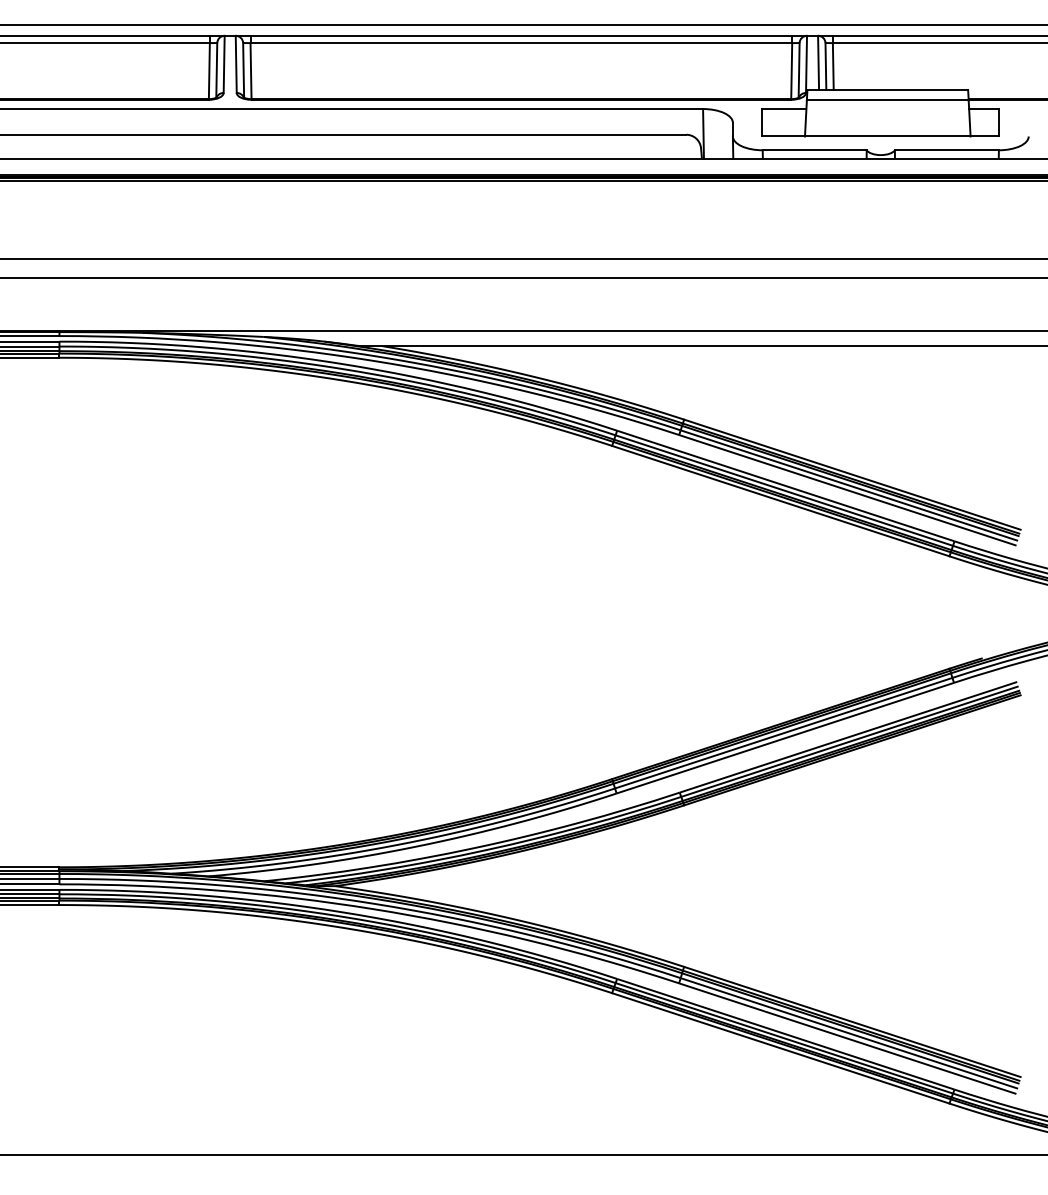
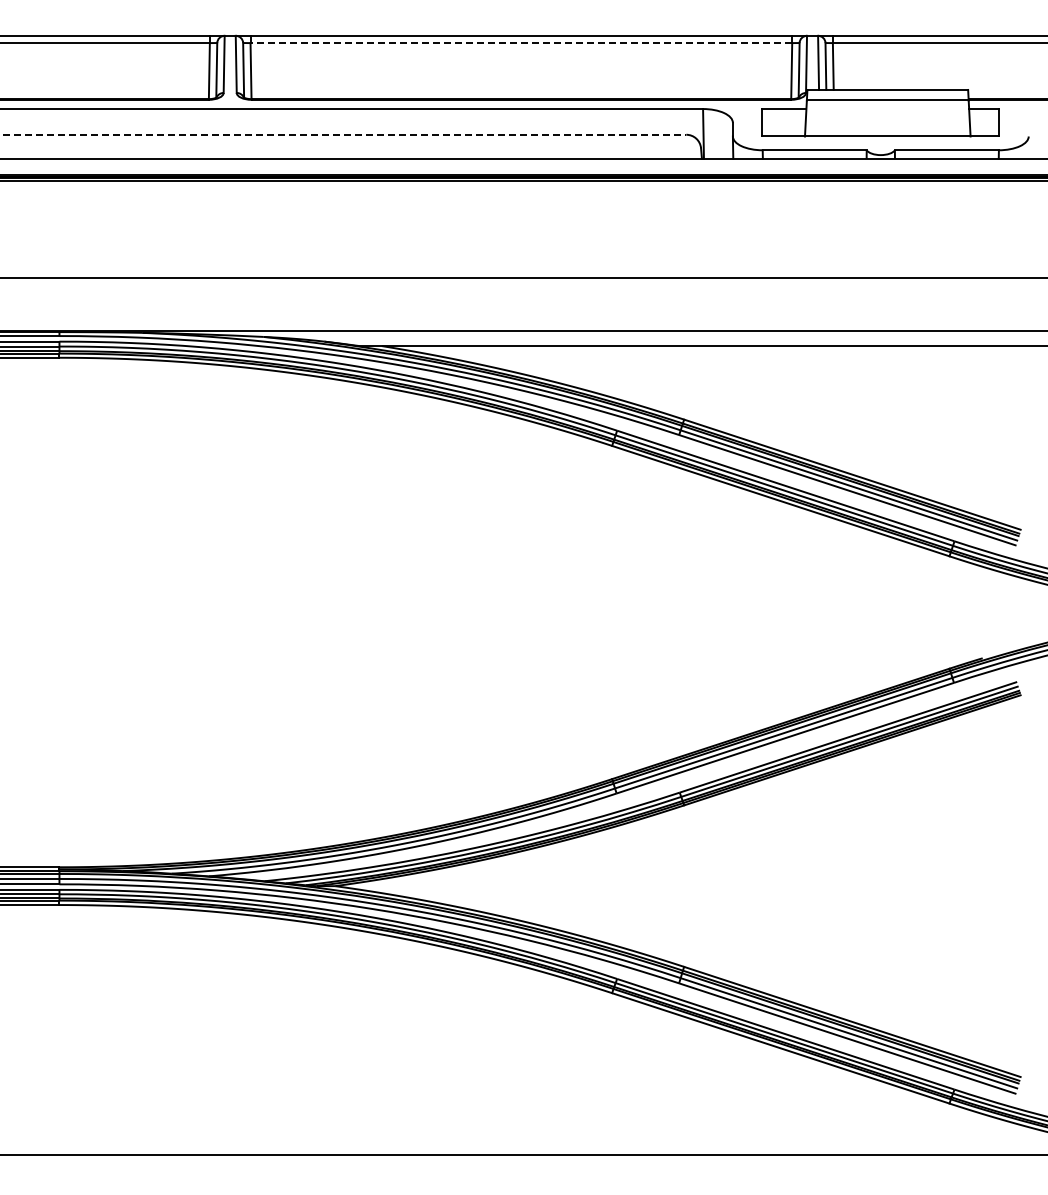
line at (523, 24): present -> none
line at (521, 43): solid -> dashed
line at (343, 134): solid -> dashed
line at (523, 258): present -> none
